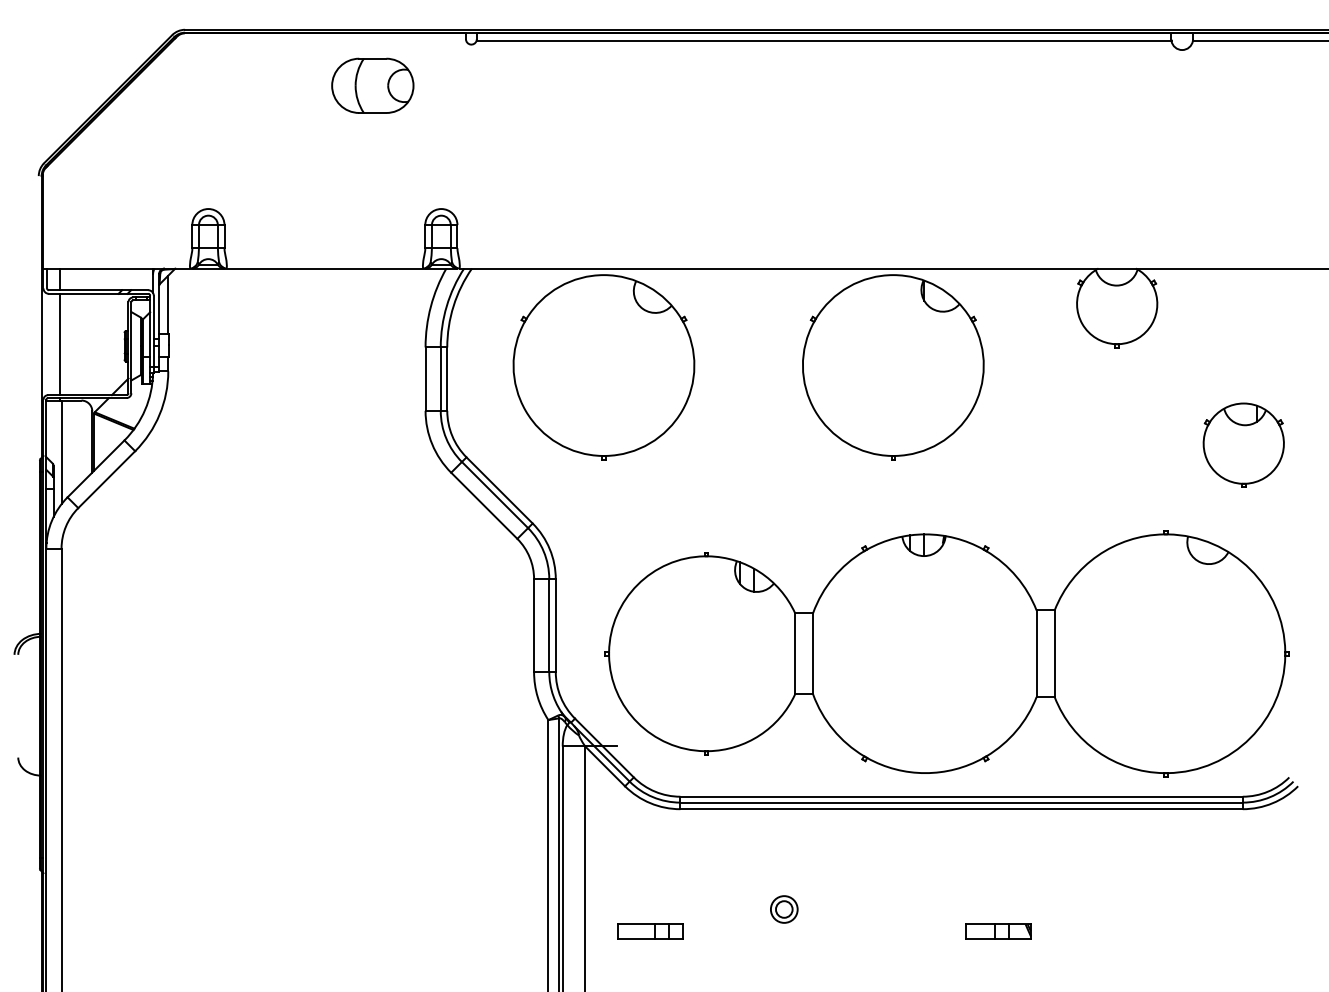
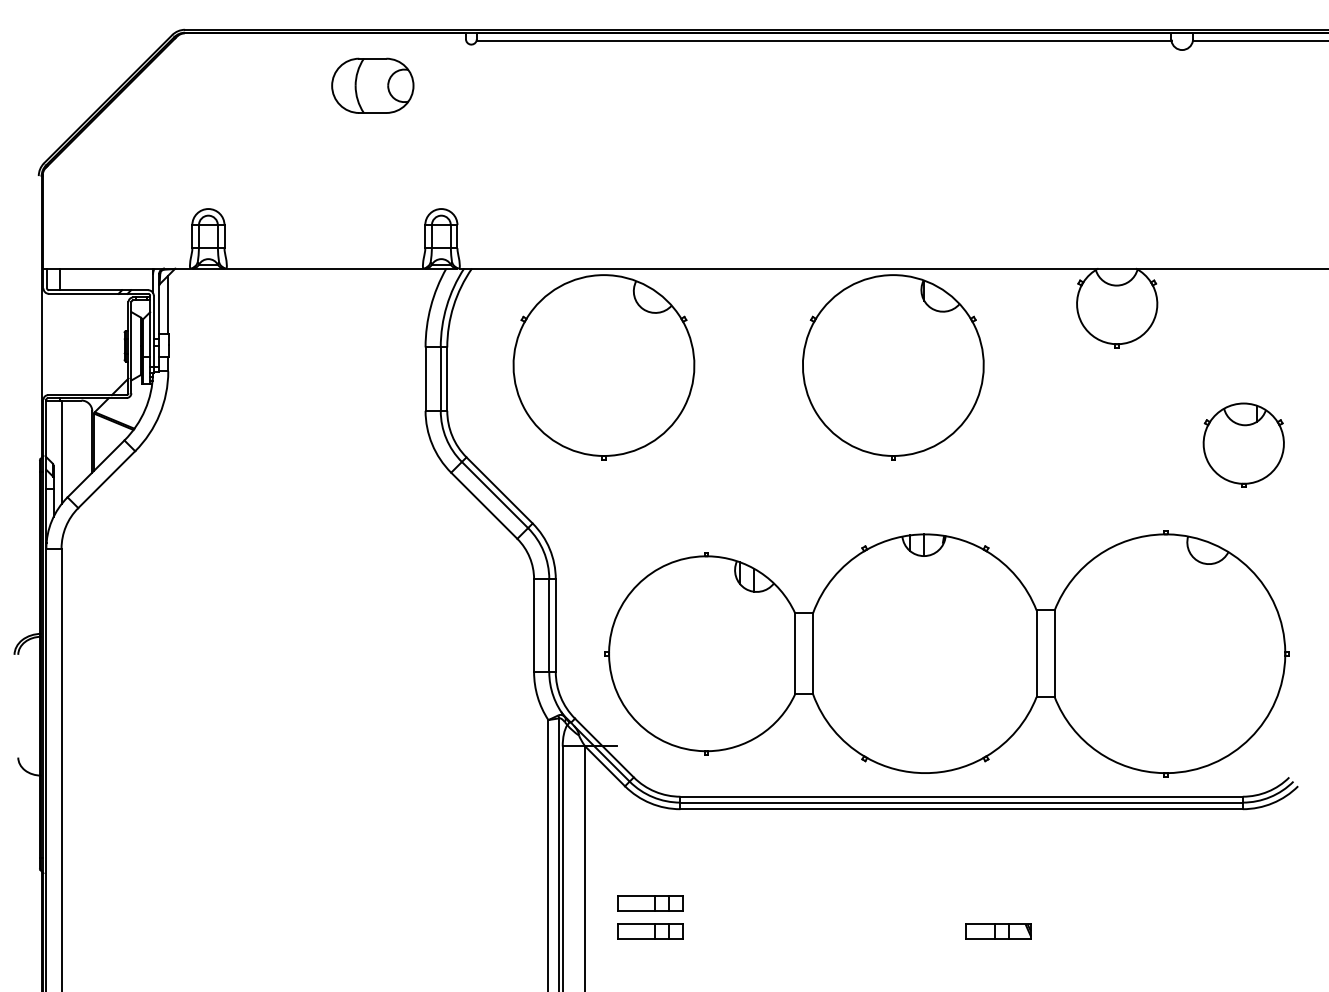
line at (59, 344): present -> none
part at (650, 903): none -> present
part at (784, 909): present -> none
